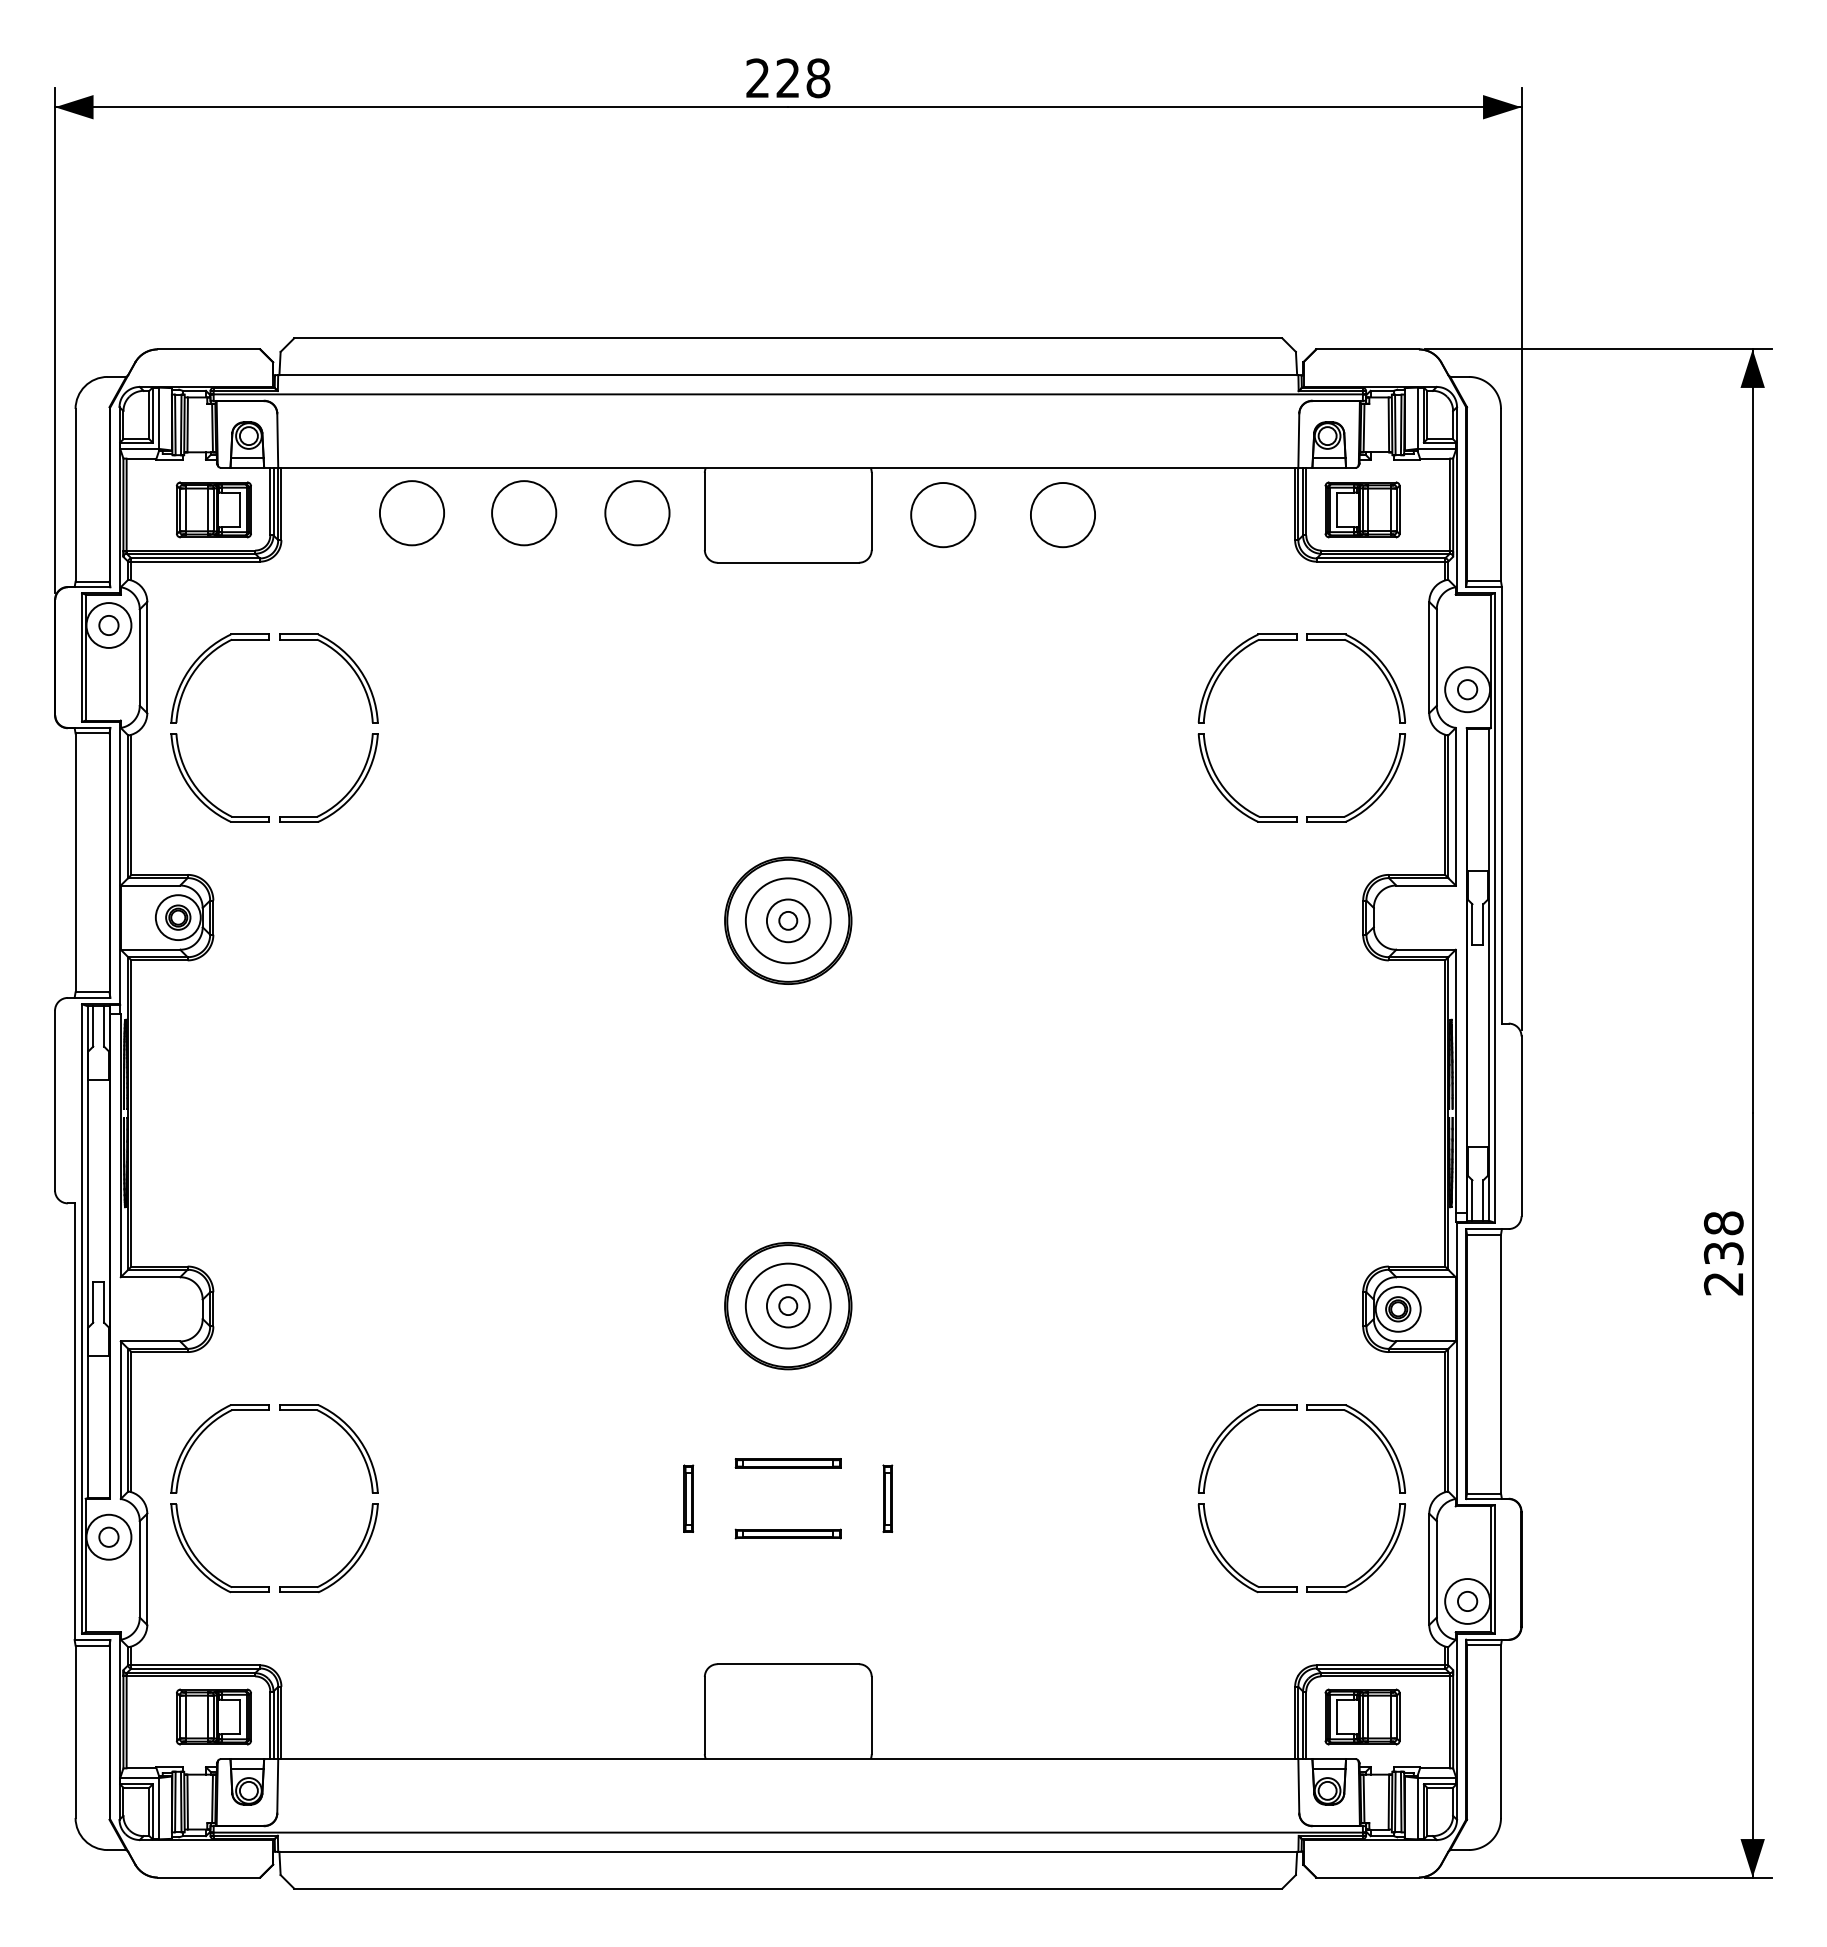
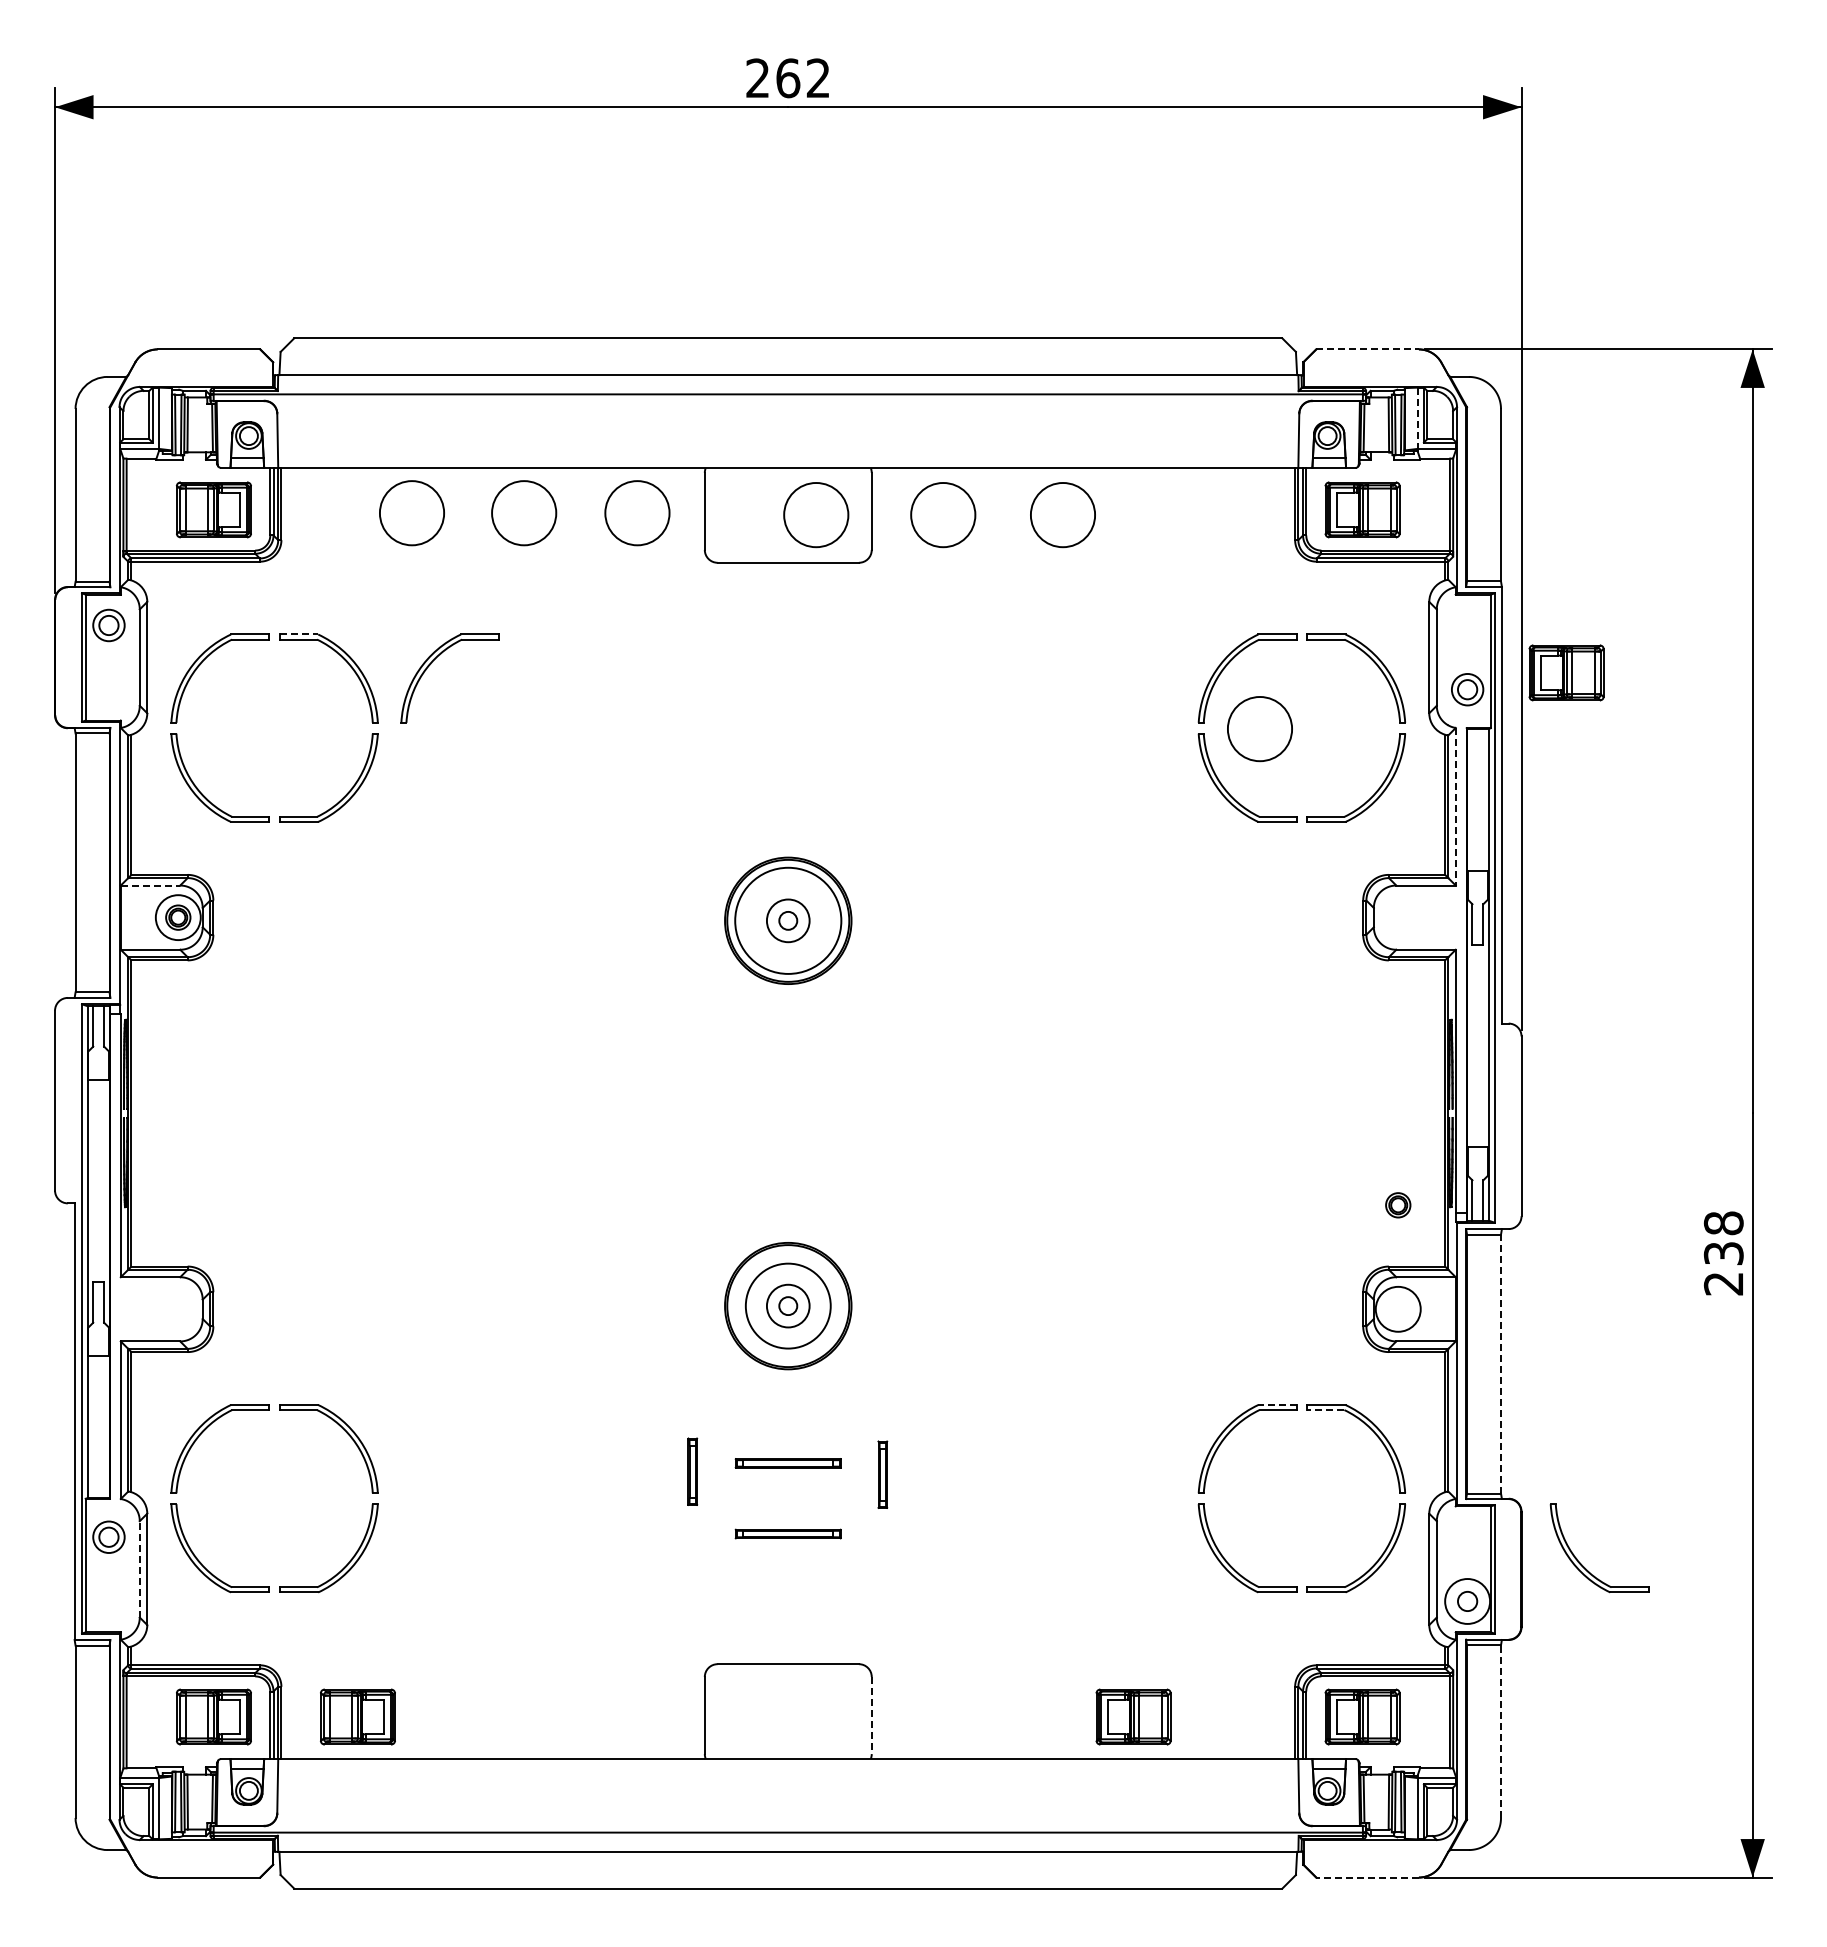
text at (803, 78): 228 -> 262
line at (1368, 349): solid -> dashed
line at (1417, 418): solid -> dashed
circle at (816, 515): none -> present
circle at (108, 625) diameter: 45 px -> 31 px
line at (299, 634): solid -> dashed
part at (431, 664): none -> present
part at (1566, 672): none -> present
circle at (1467, 689) diameter: 45 px -> 31 px
circle at (1259, 729): none -> present
line at (1455, 806): solid -> dashed
line at (150, 885): solid -> dashed
circle at (787, 920) diameter: 85 px -> 106 px
part at (1398, 1309) position: (1398, 1309) -> (1398, 1205)
line at (1501, 1363): solid -> dashed
line at (1276, 1405): solid -> dashed
line at (1325, 1410): solid -> dashed
part at (688, 1498) position: (688, 1498) -> (692, 1471)
part at (887, 1498) position: (887, 1498) -> (882, 1474)
circle at (108, 1536) diameter: 45 px -> 31 px
part at (1582, 1564): none -> present
line at (139, 1568): solid -> dashed
line at (871, 1715): solid -> dashed
part at (357, 1716): none -> present
part at (1133, 1716): none -> present
line at (1501, 1731): solid -> dashed
line at (1367, 1877): solid -> dashed
